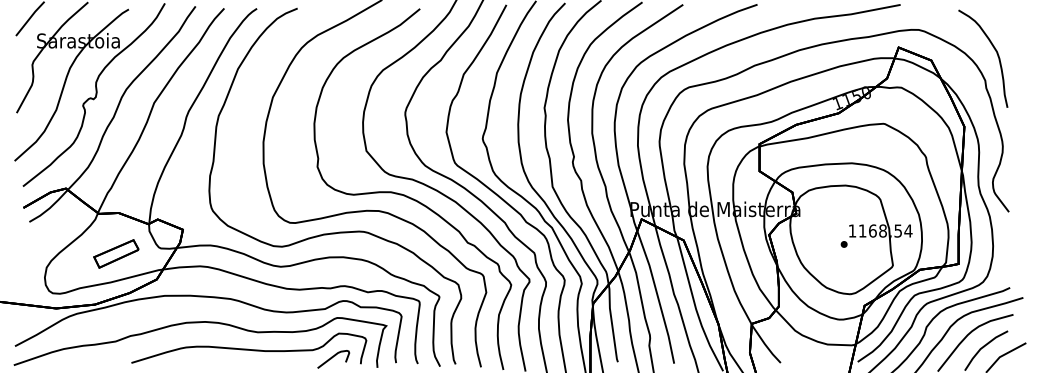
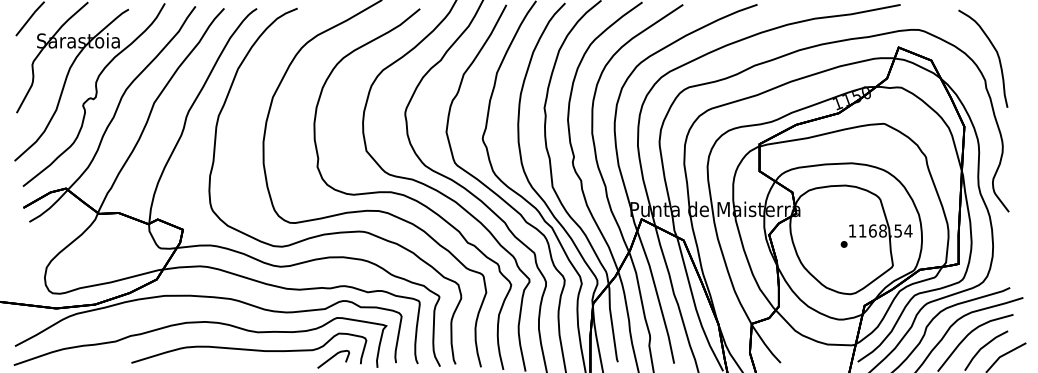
part at (116, 253): present -> none
